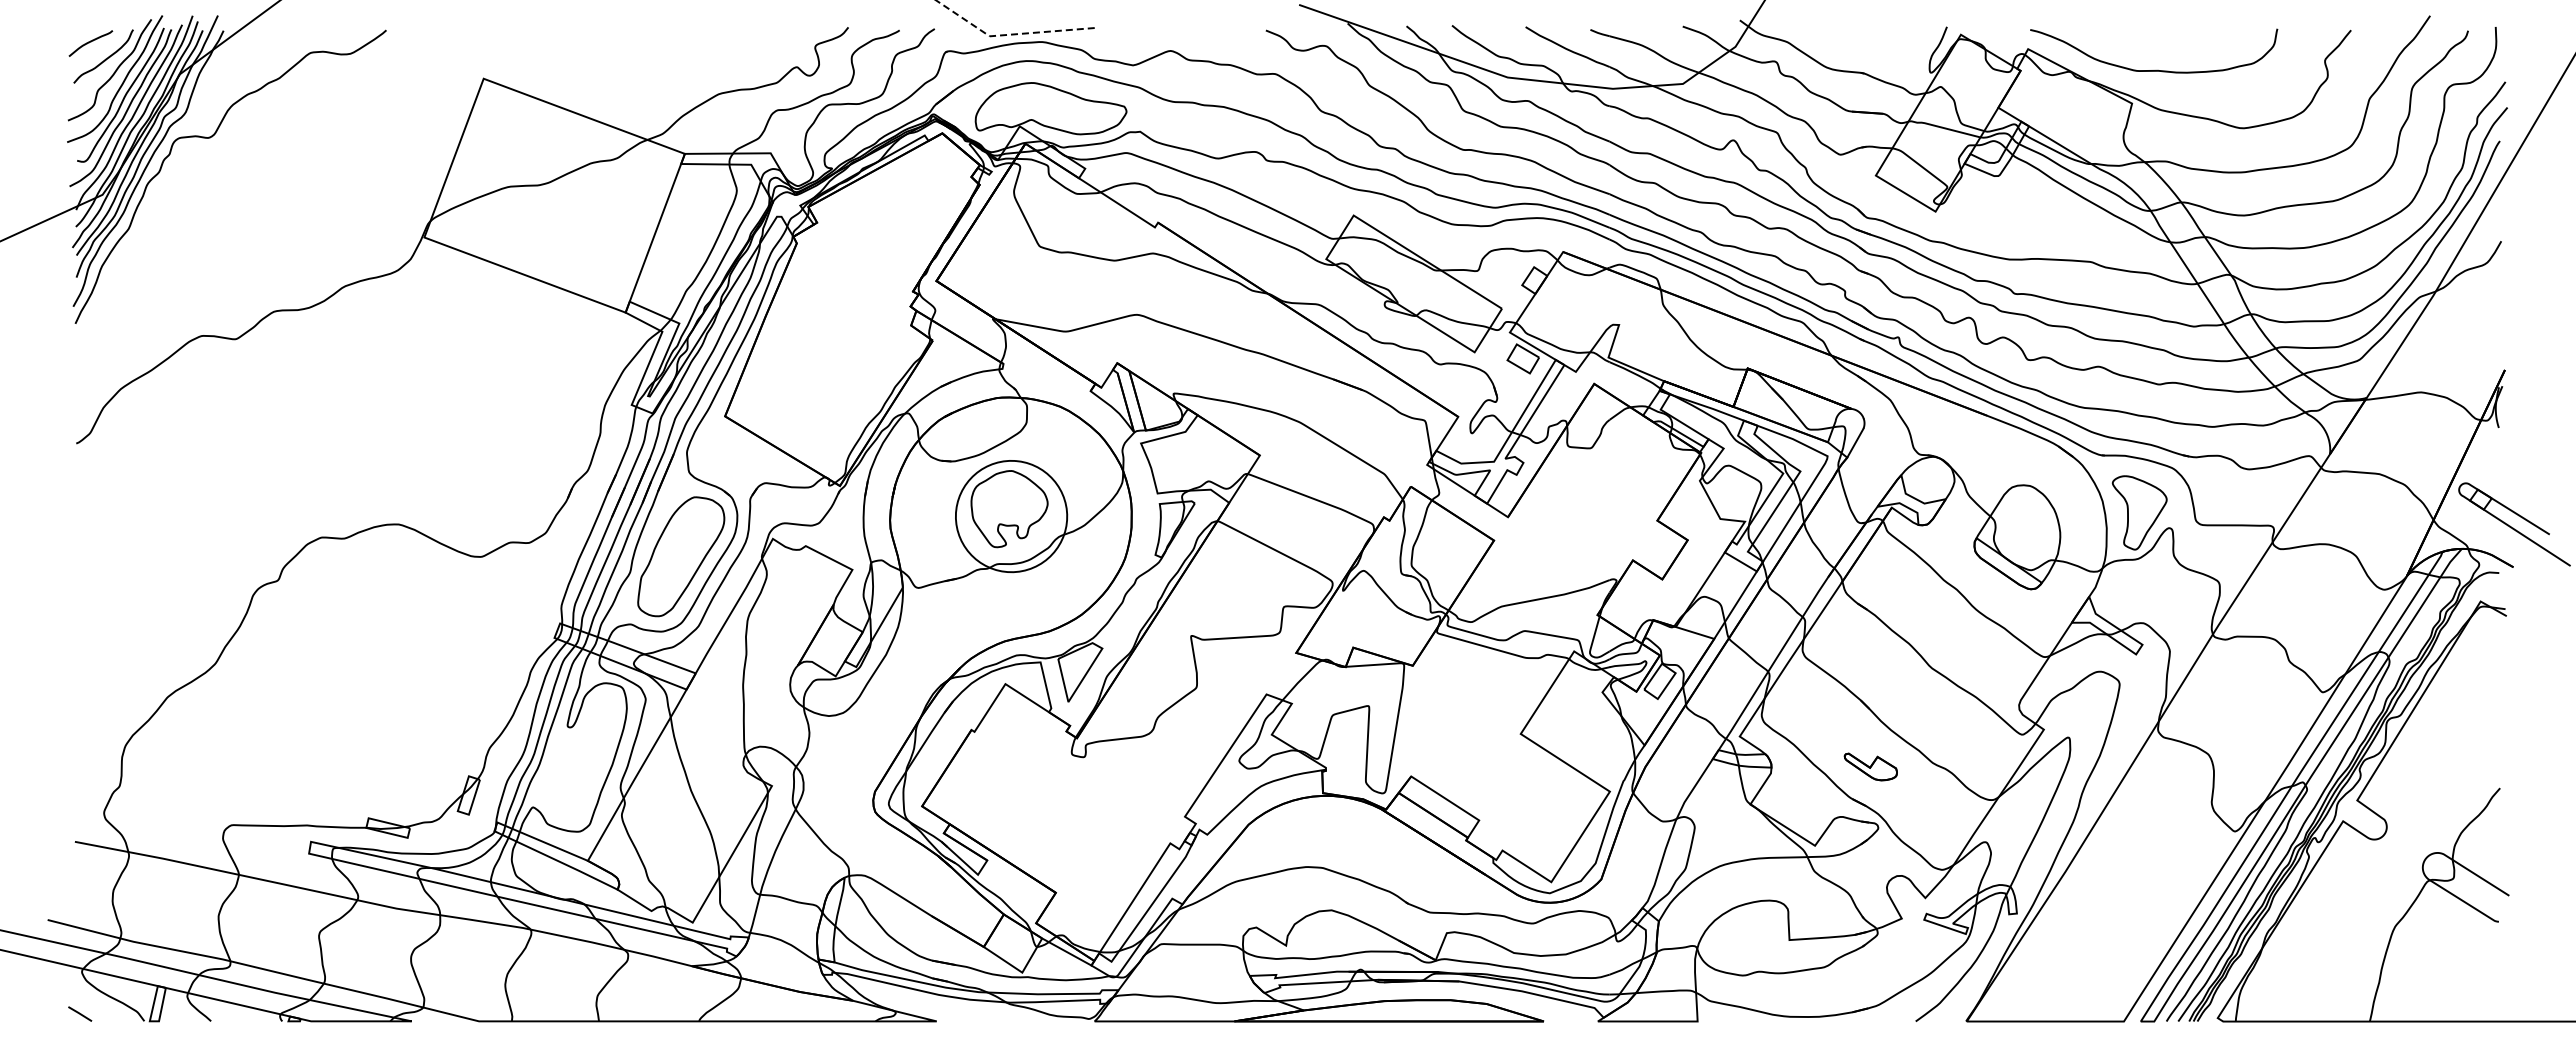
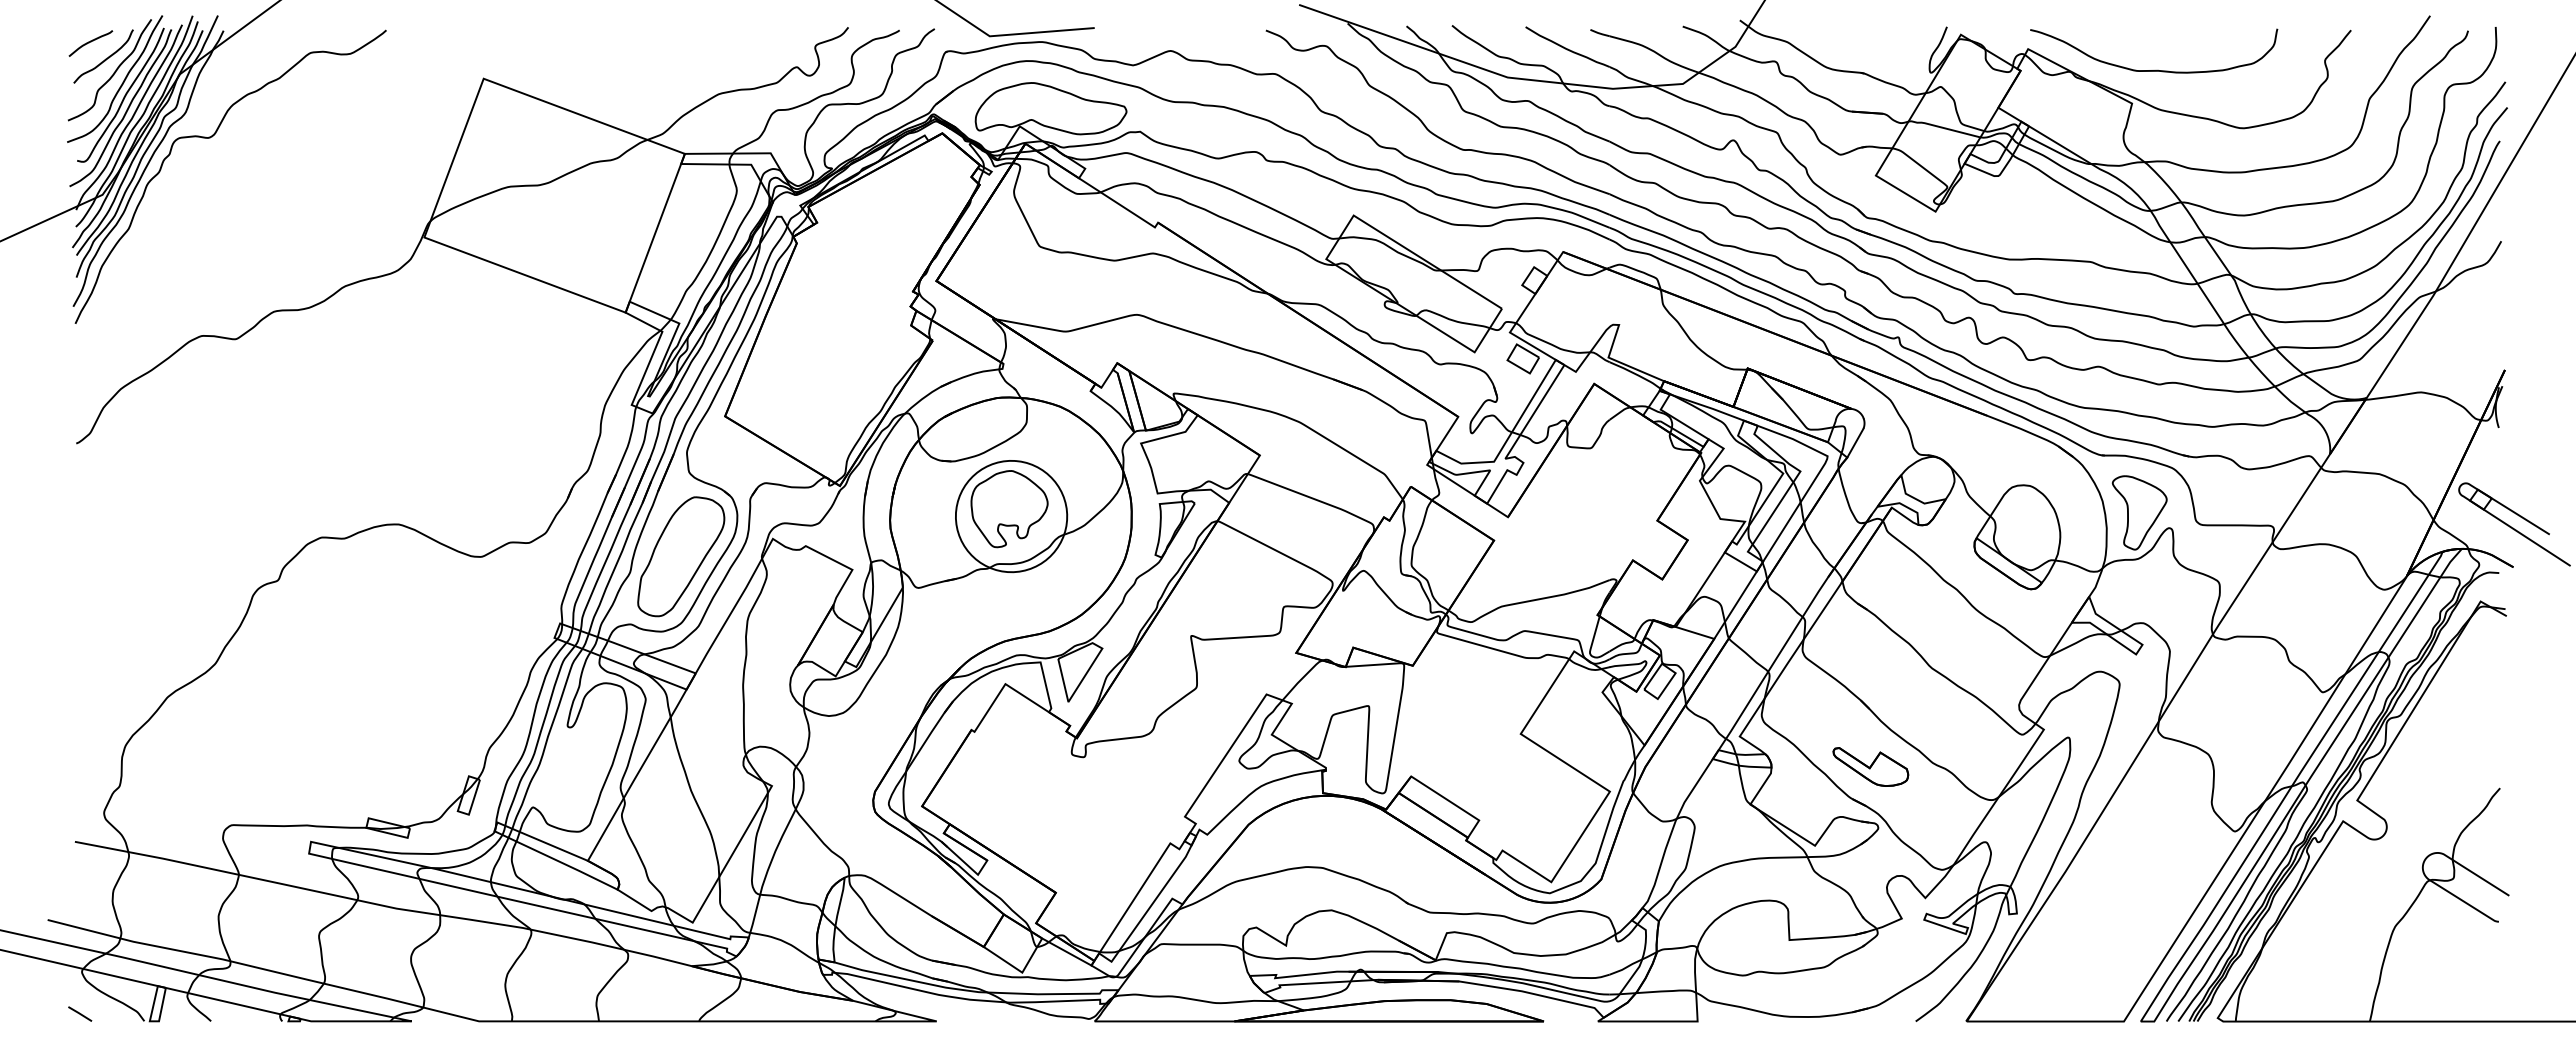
line at (1009, 34): dashed -> solid
part at (1870, 766) size: 55x30 px -> 78x40 px
